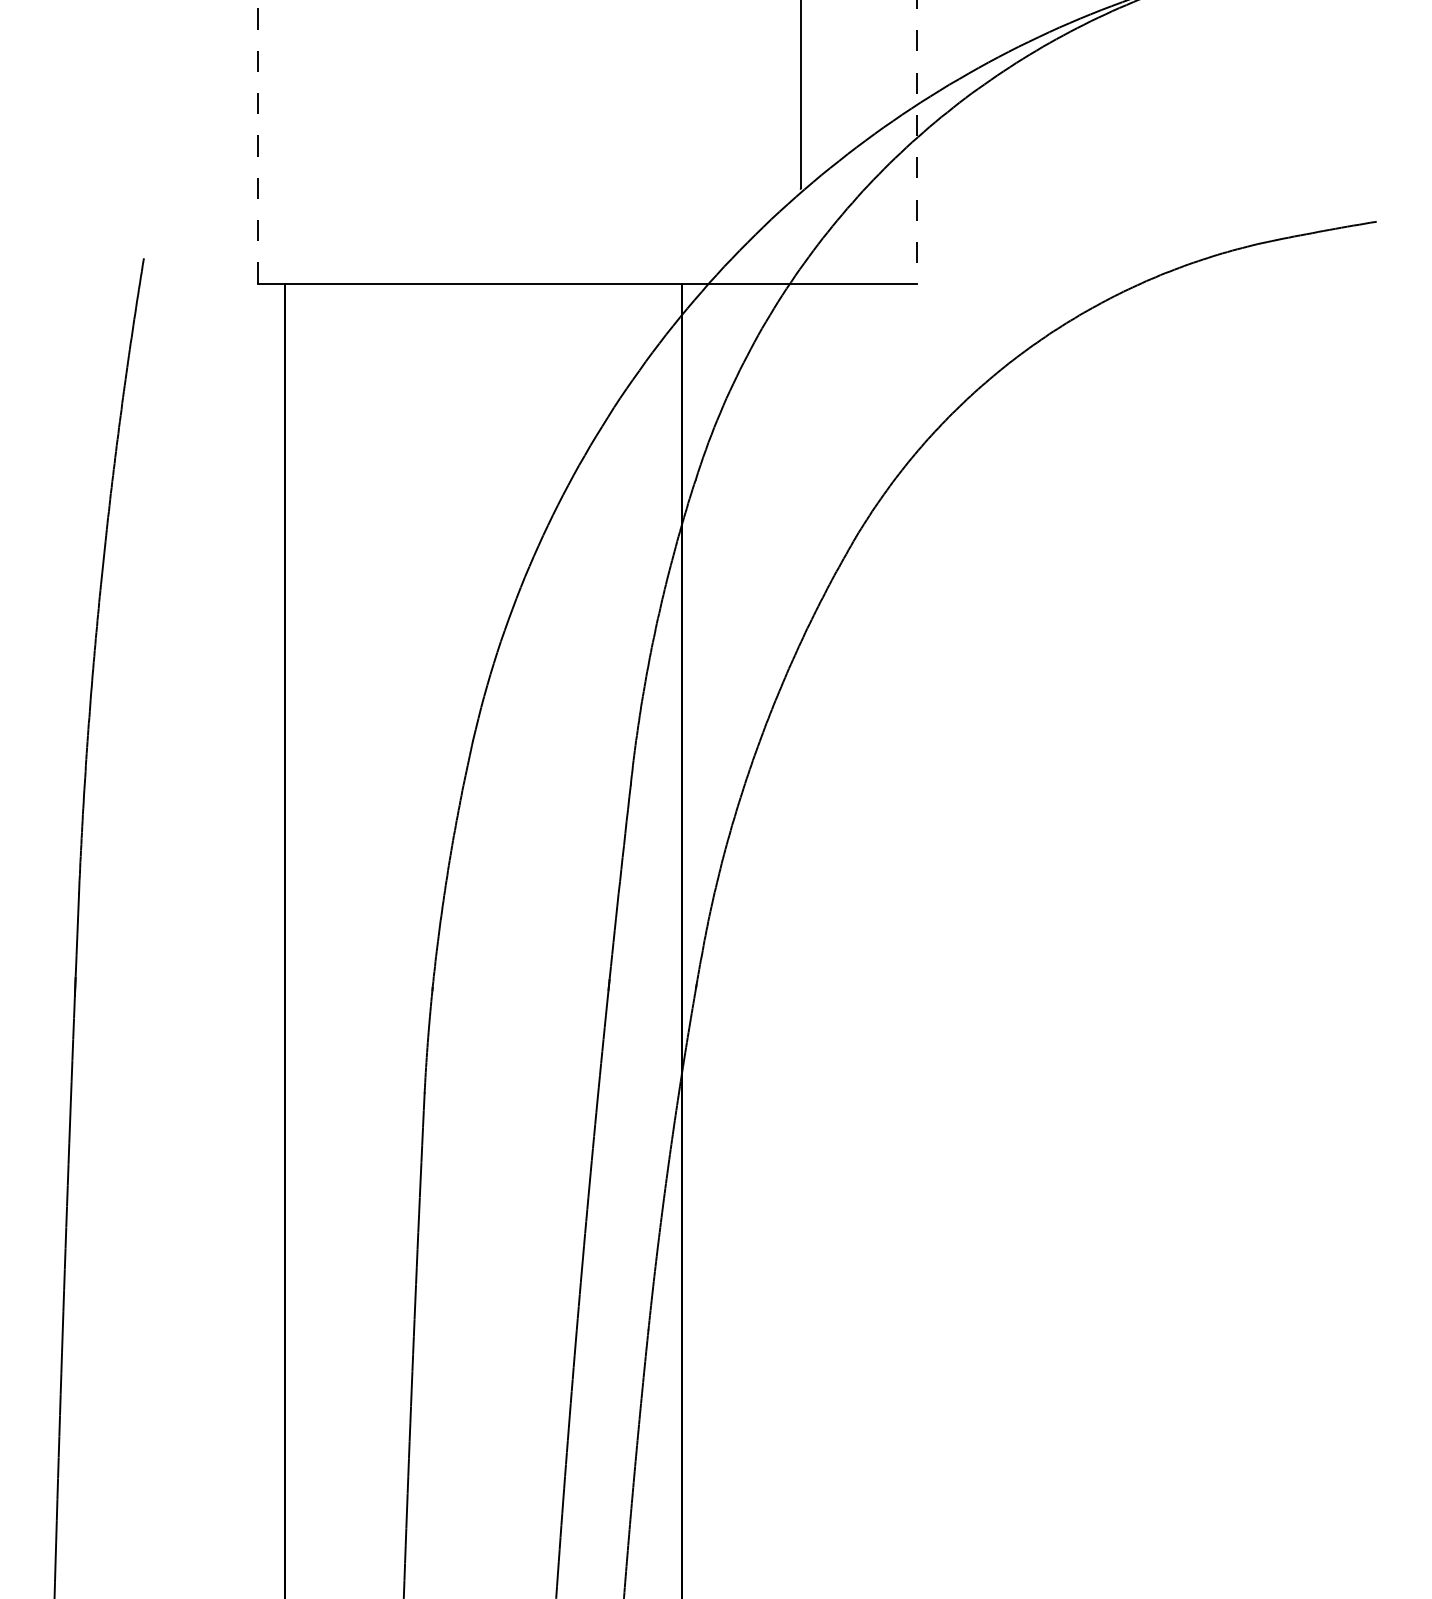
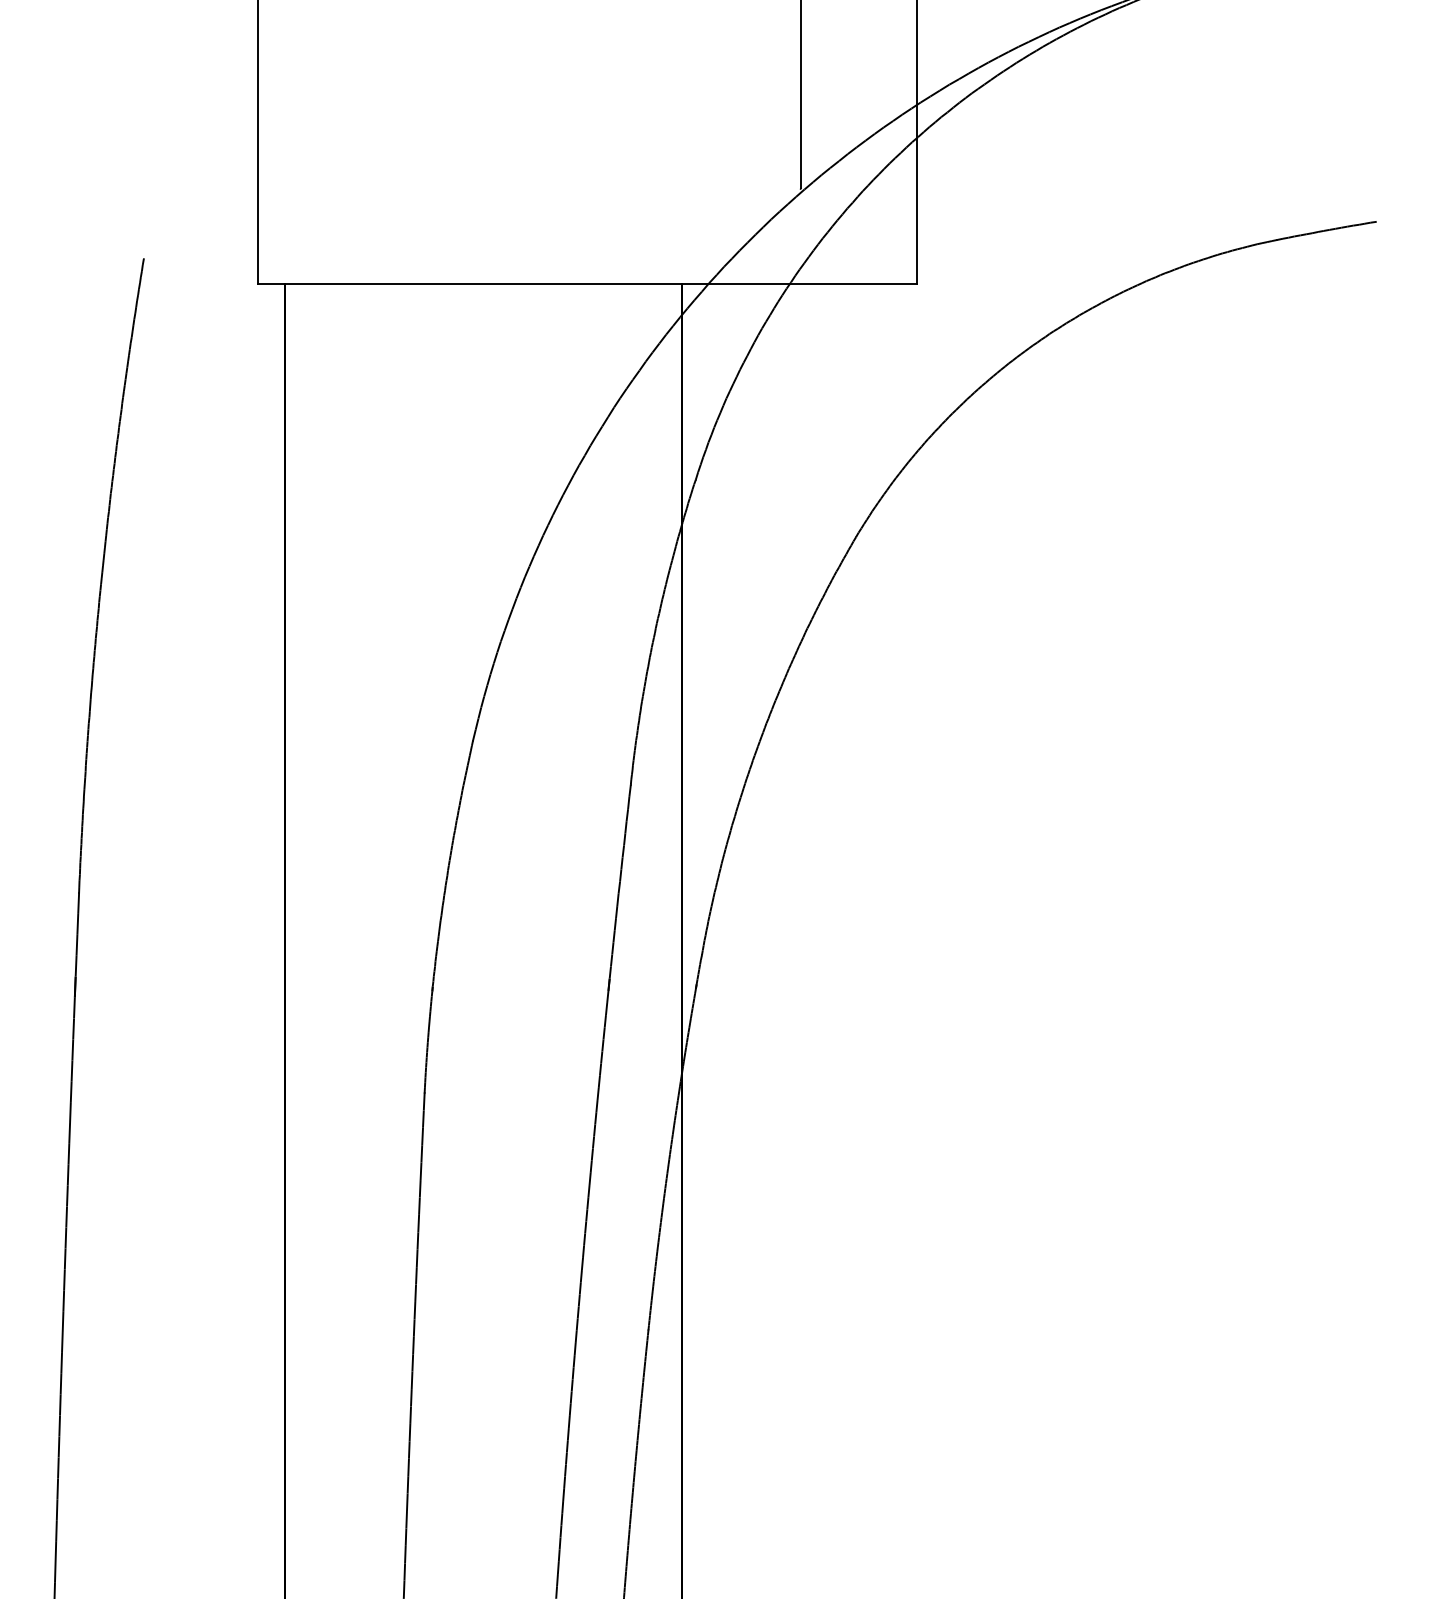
line at (257, 141): dashed -> solid
line at (917, 142): dashed -> solid
